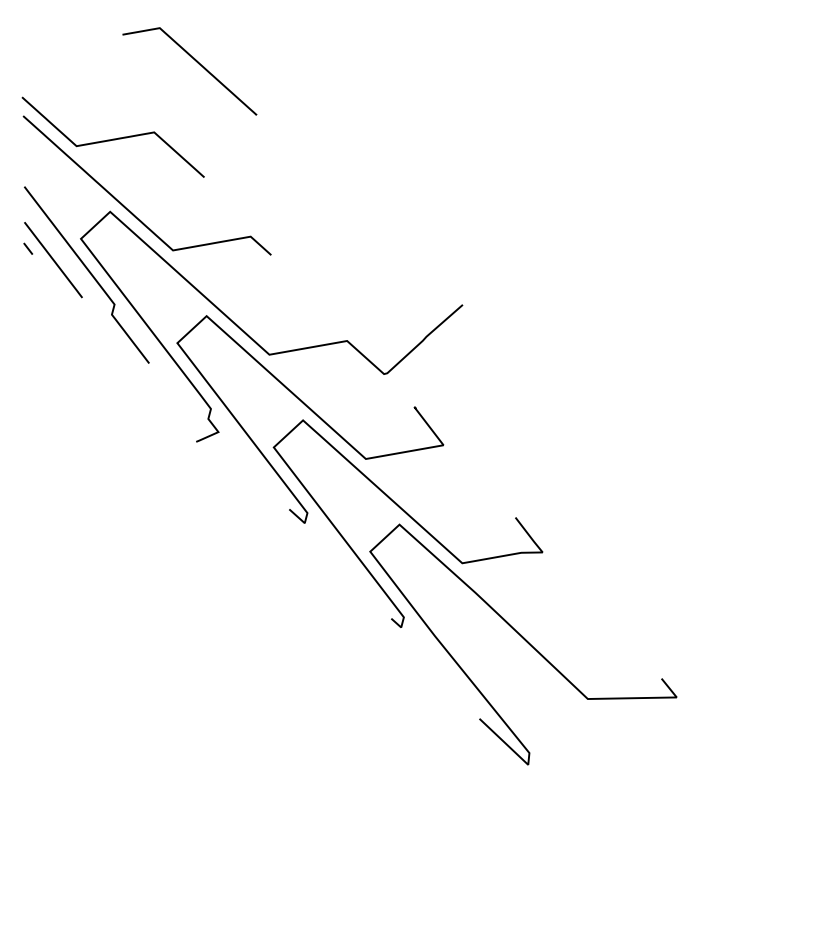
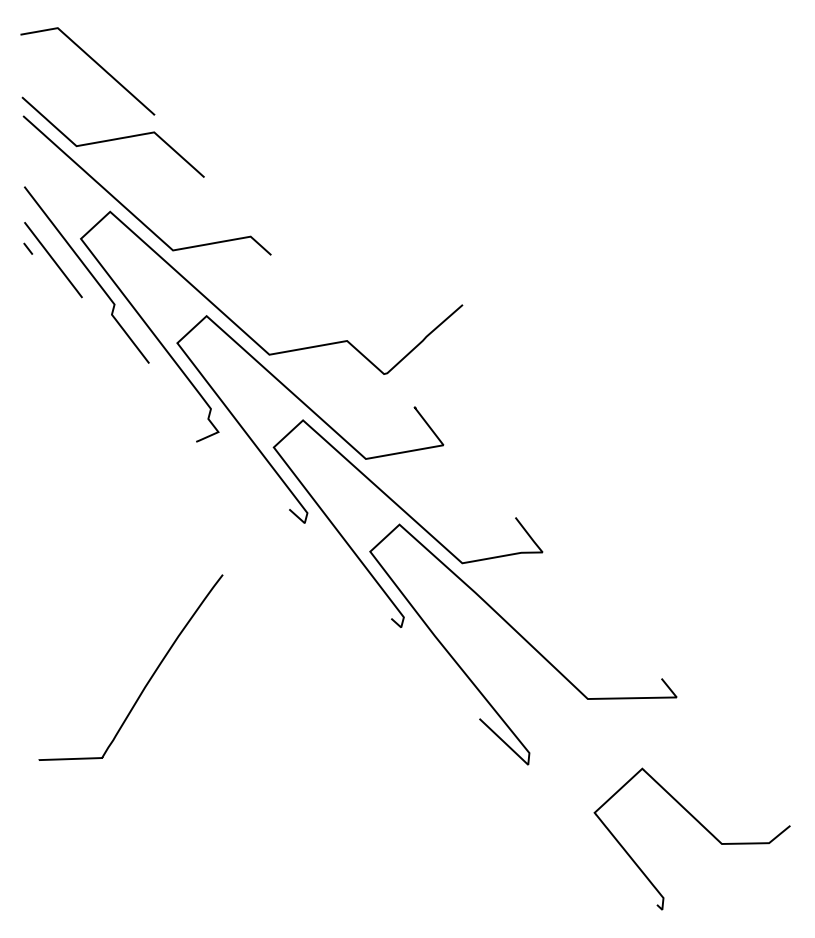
curve at (197, 63) position: (197, 63) -> (95, 63)
curve at (149, 678): none -> present
curve at (700, 825): none -> present
